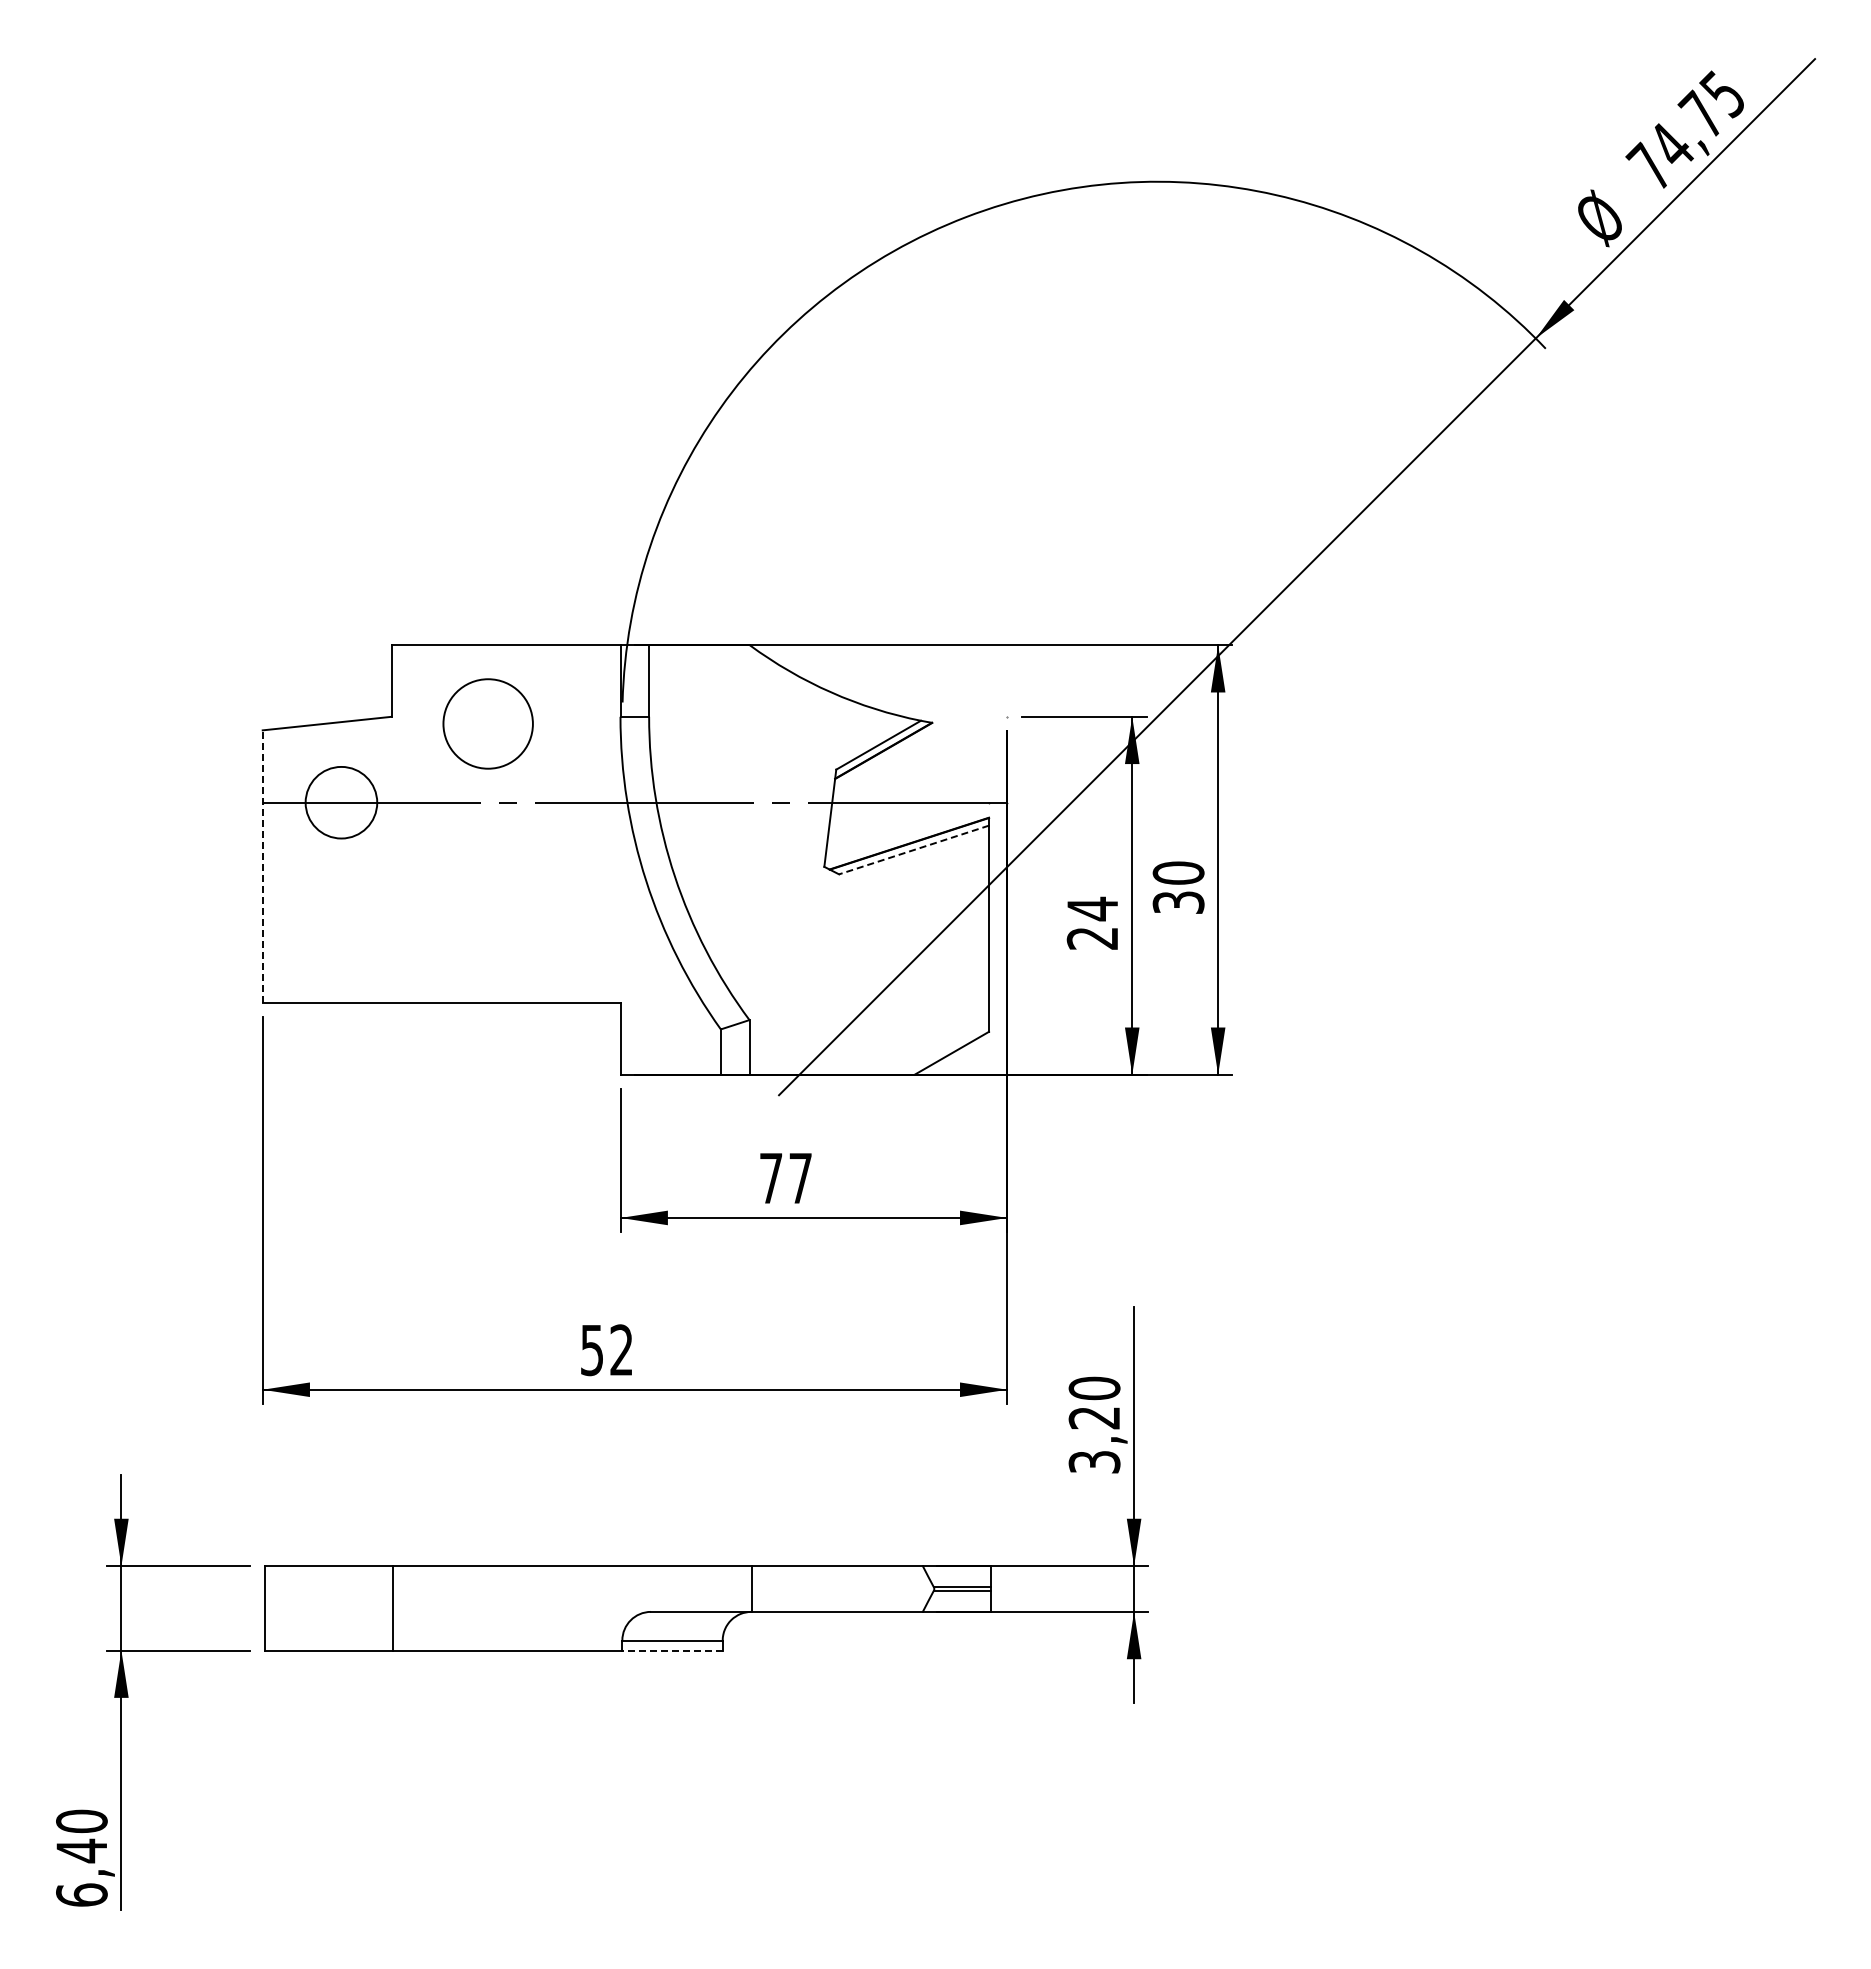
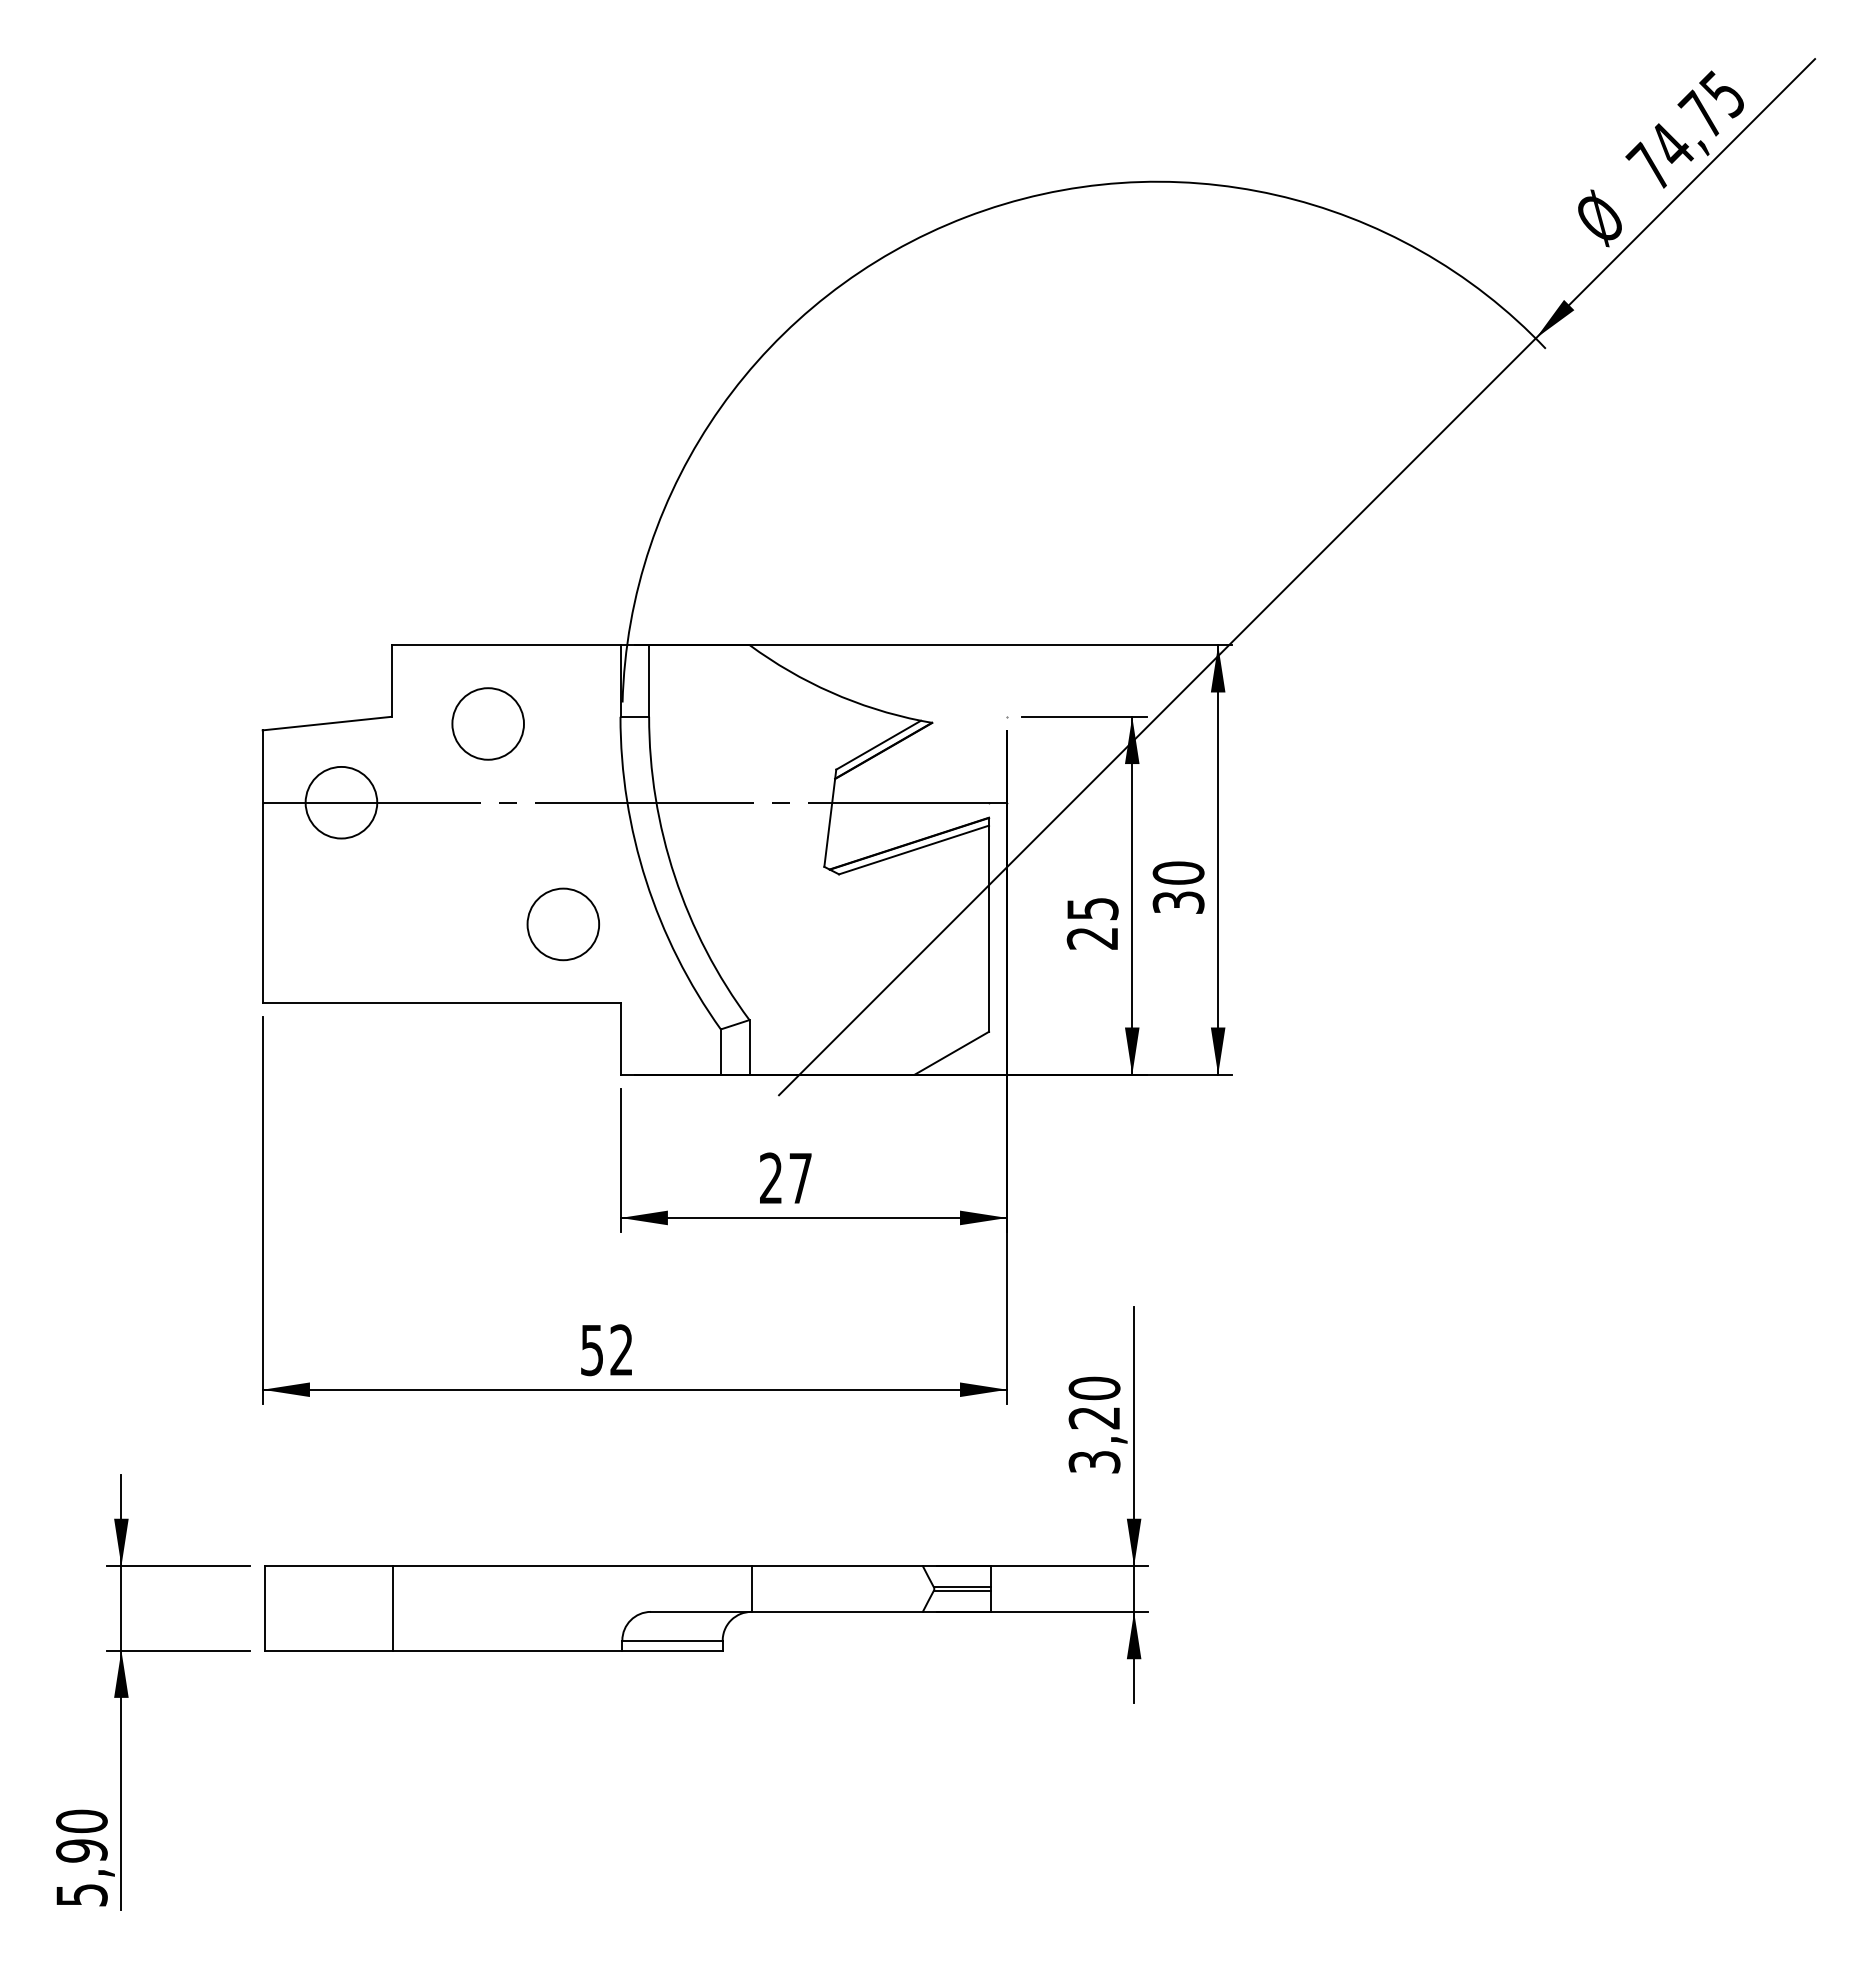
circle at (487, 723) diameter: 89 px -> 72 px
line at (914, 850): dashed -> solid
line at (262, 866): dashed -> solid
text at (1092, 908): 24 -> 25
circle at (562, 924): none -> present
text at (771, 1177): 77 -> 27
line at (672, 1650): dashed -> solid
text at (81, 1872): 6,40 -> 5,90
